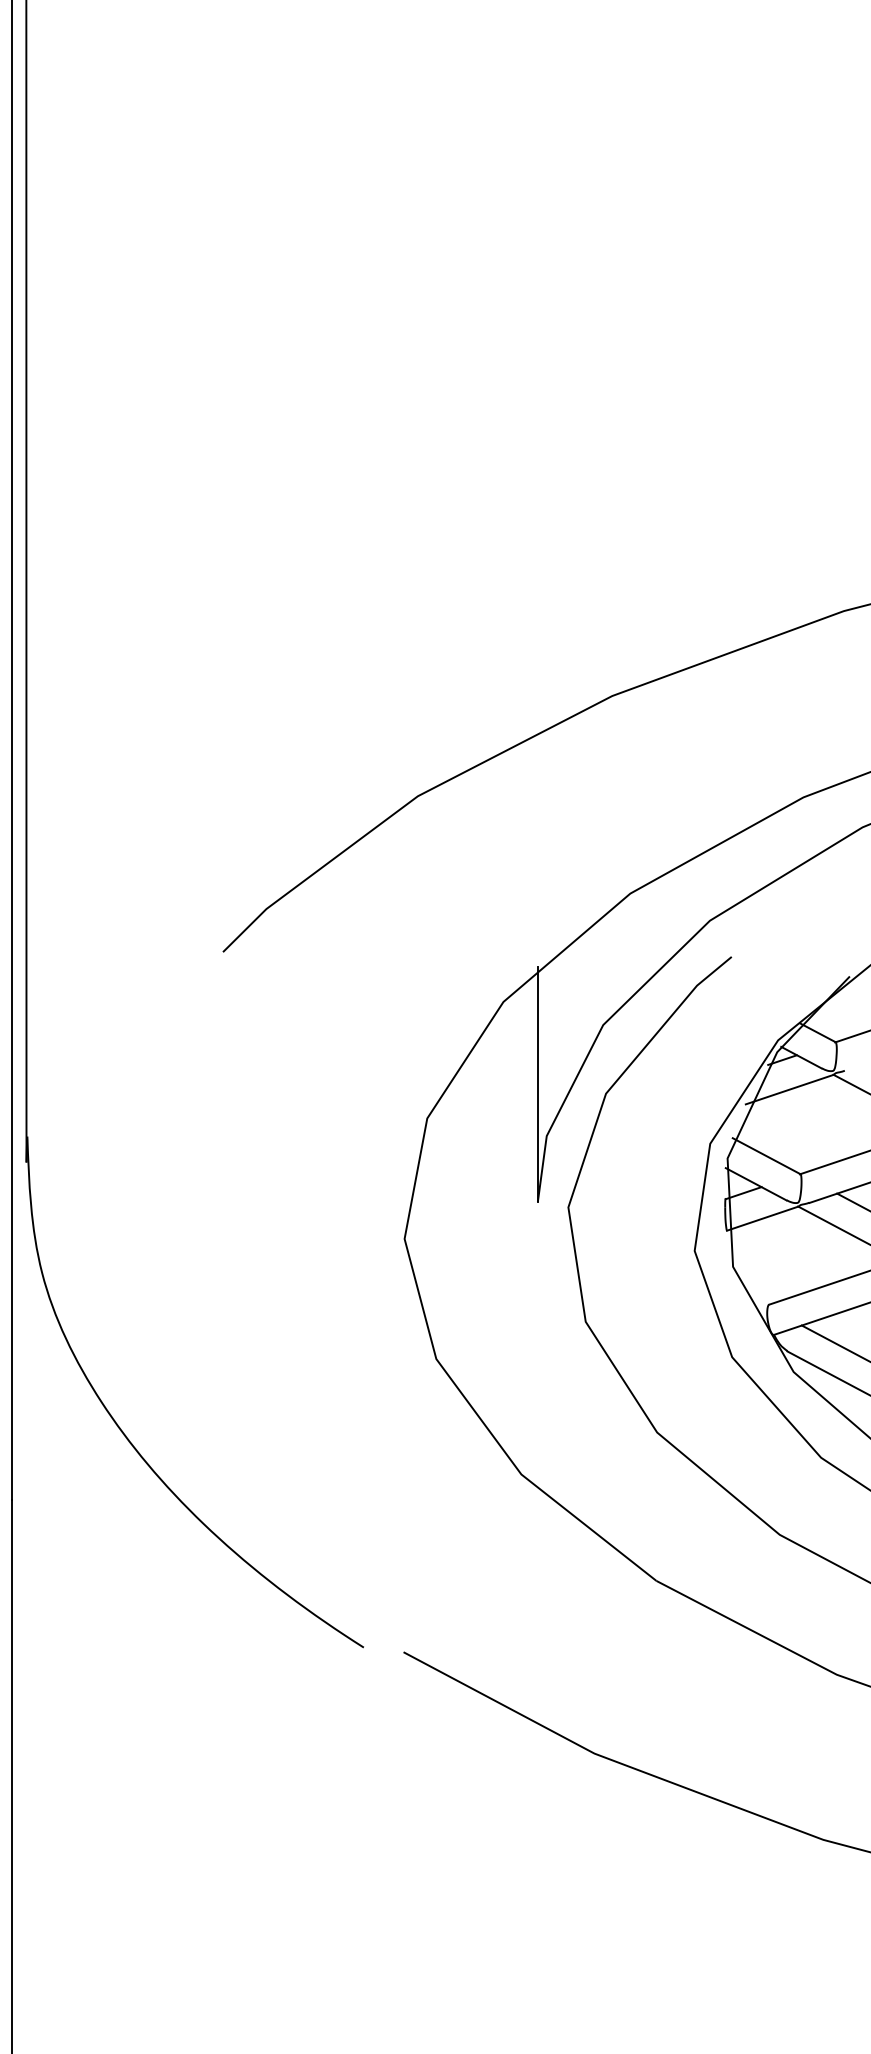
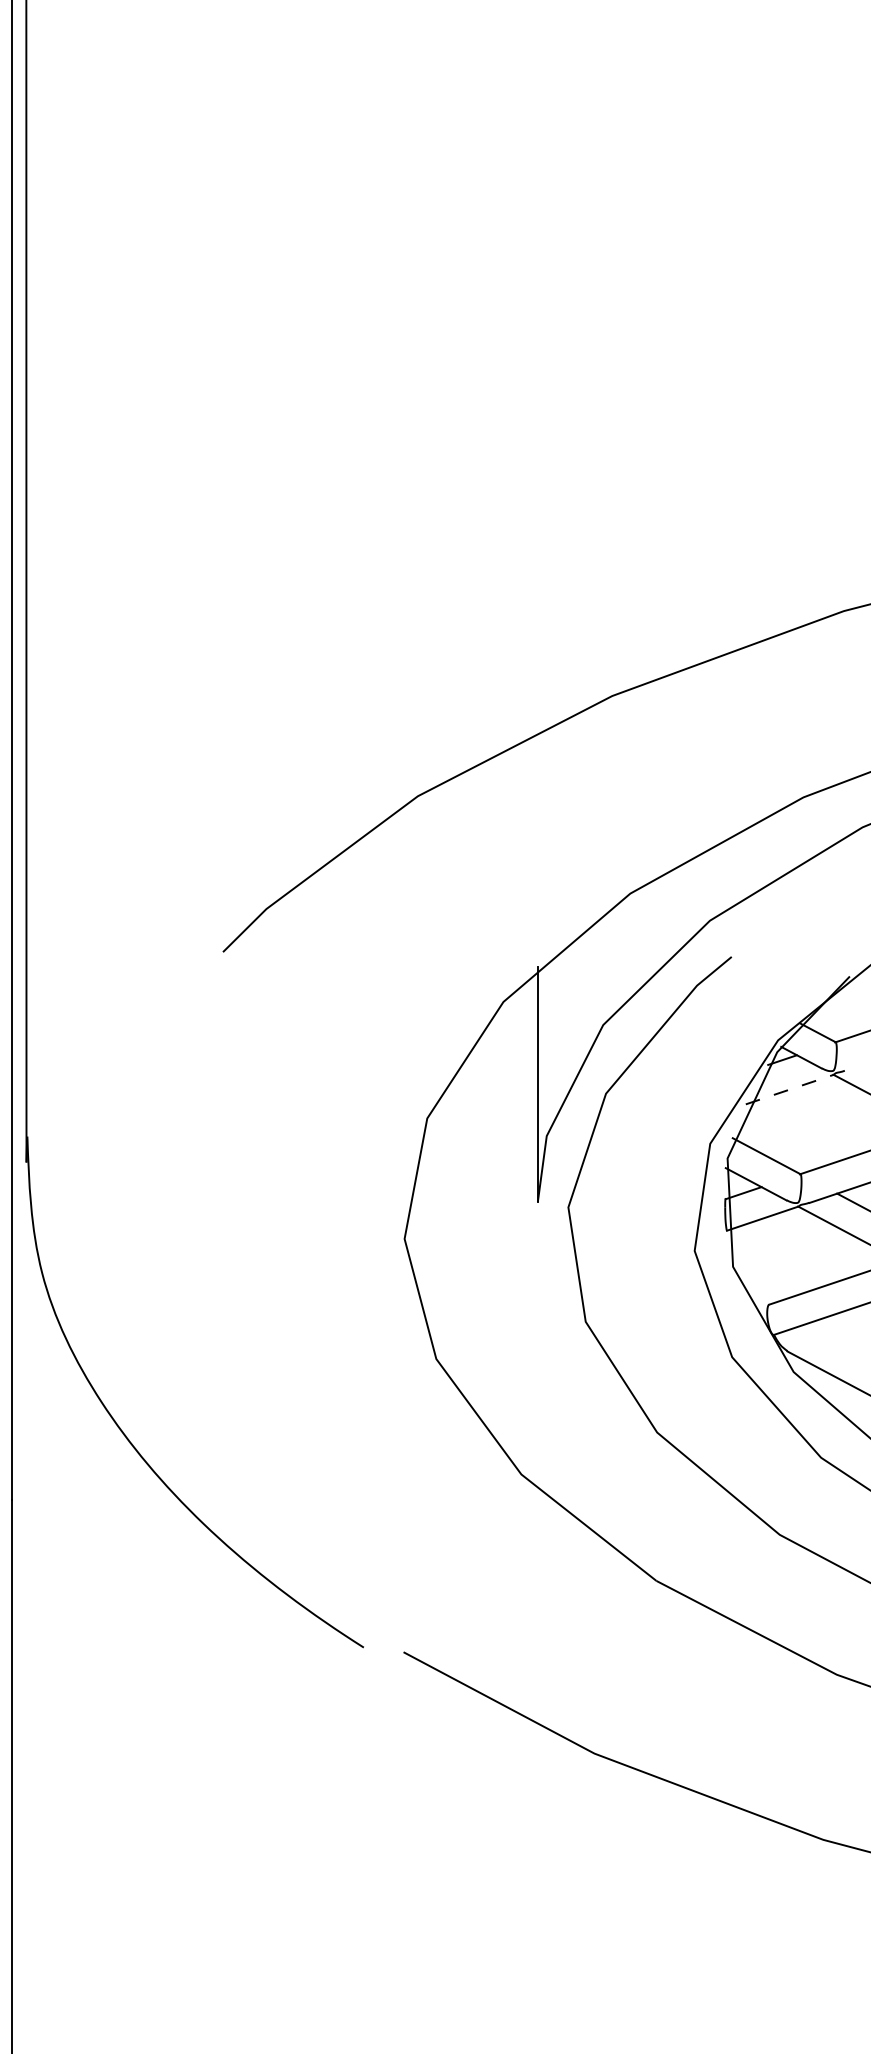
line at (789, 1089): solid -> dashed
line at (834, 1342): present -> none
